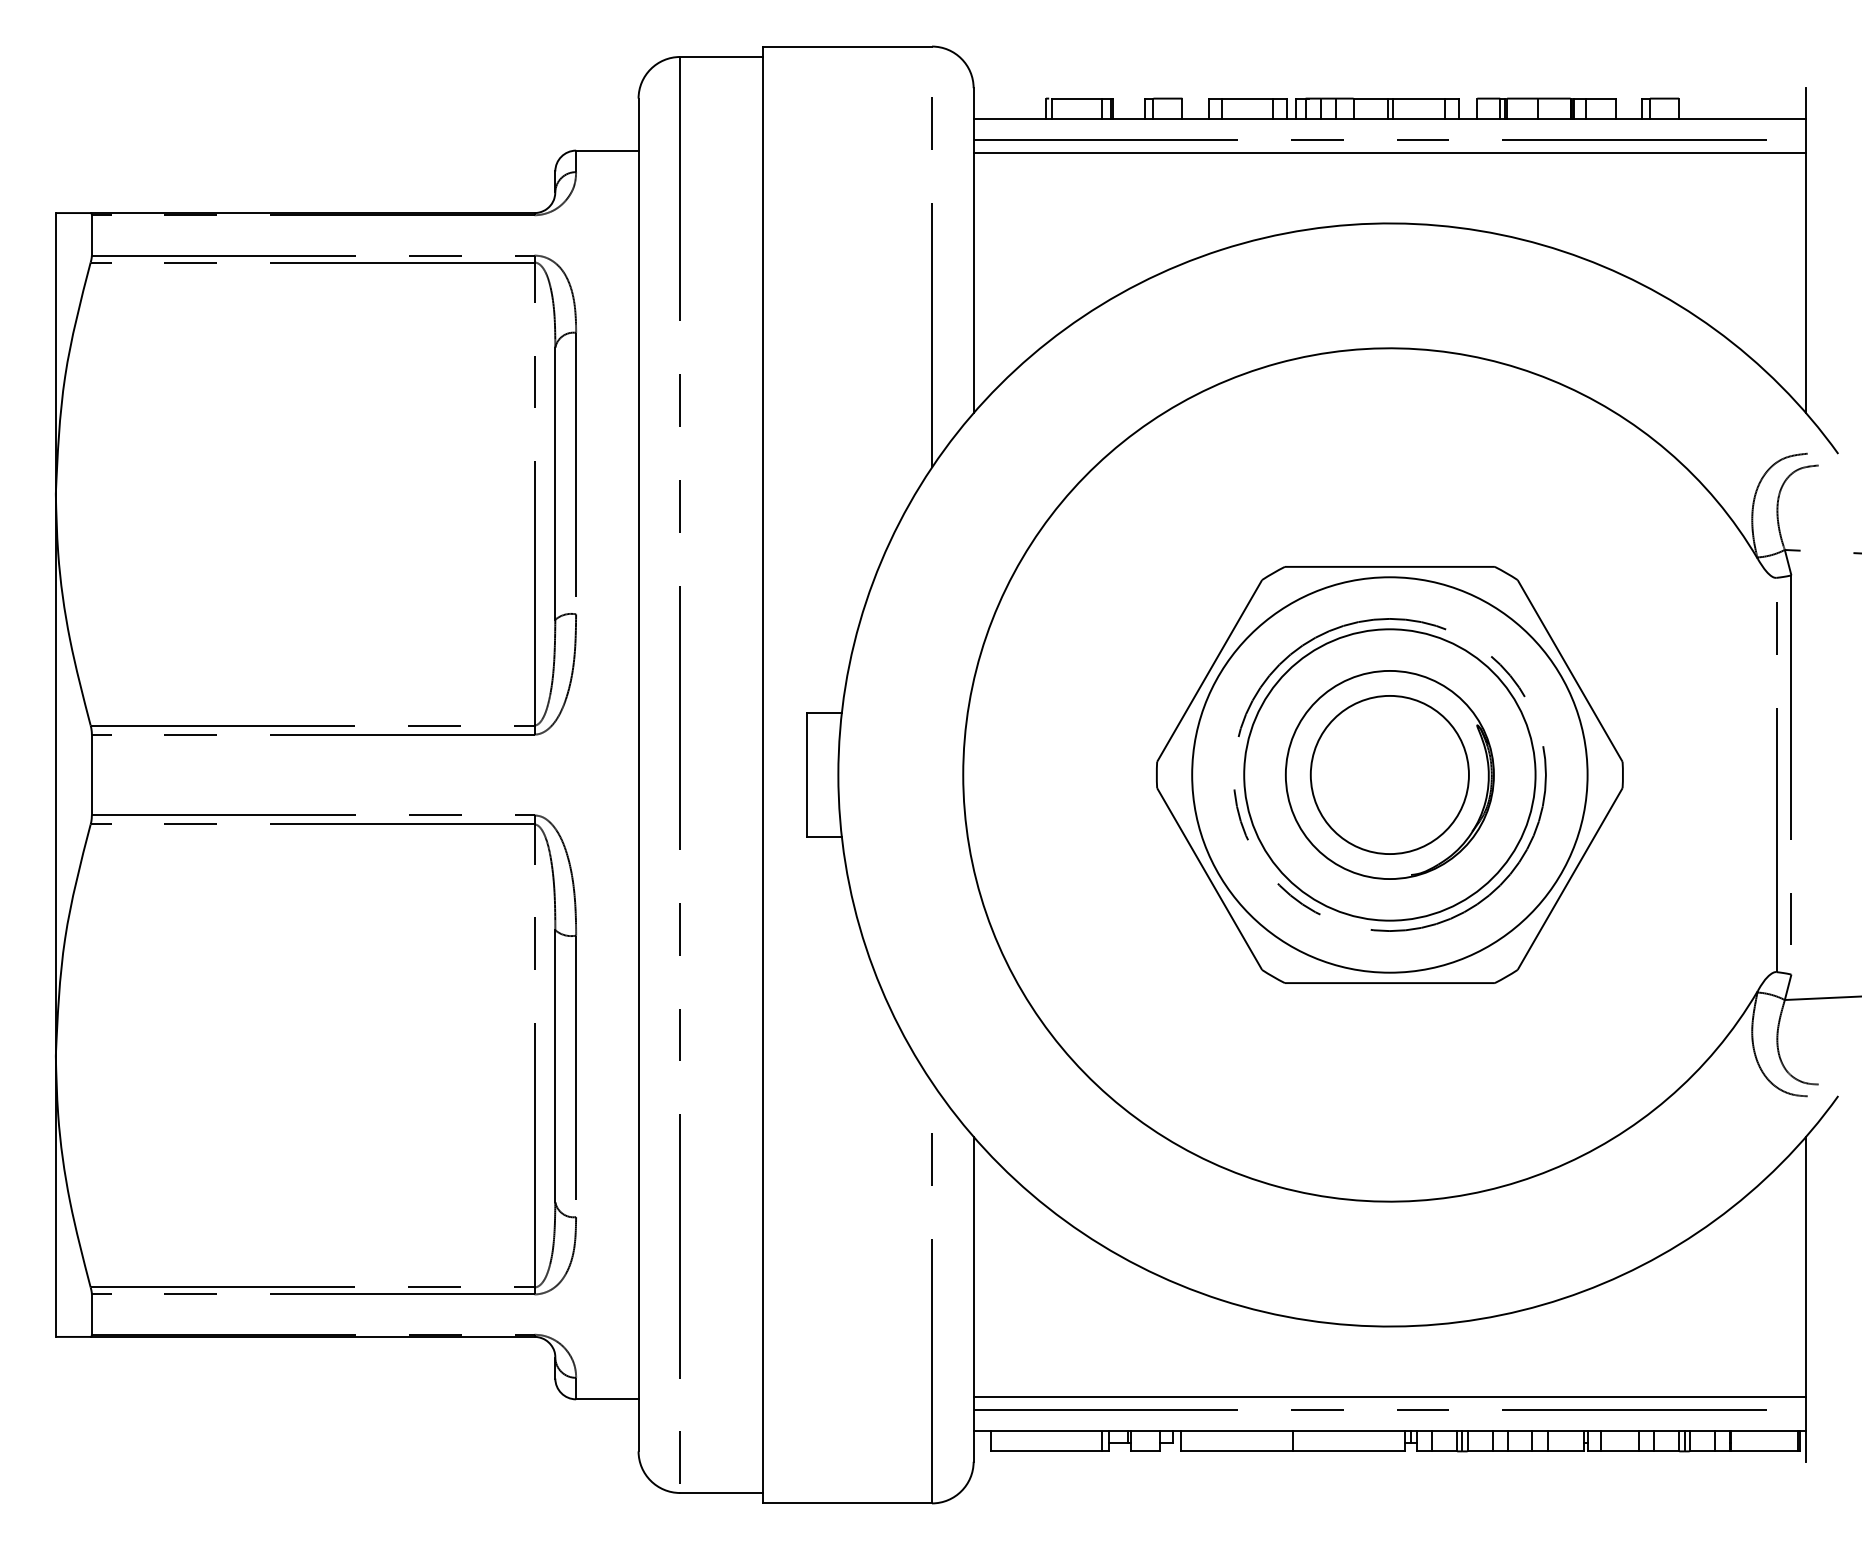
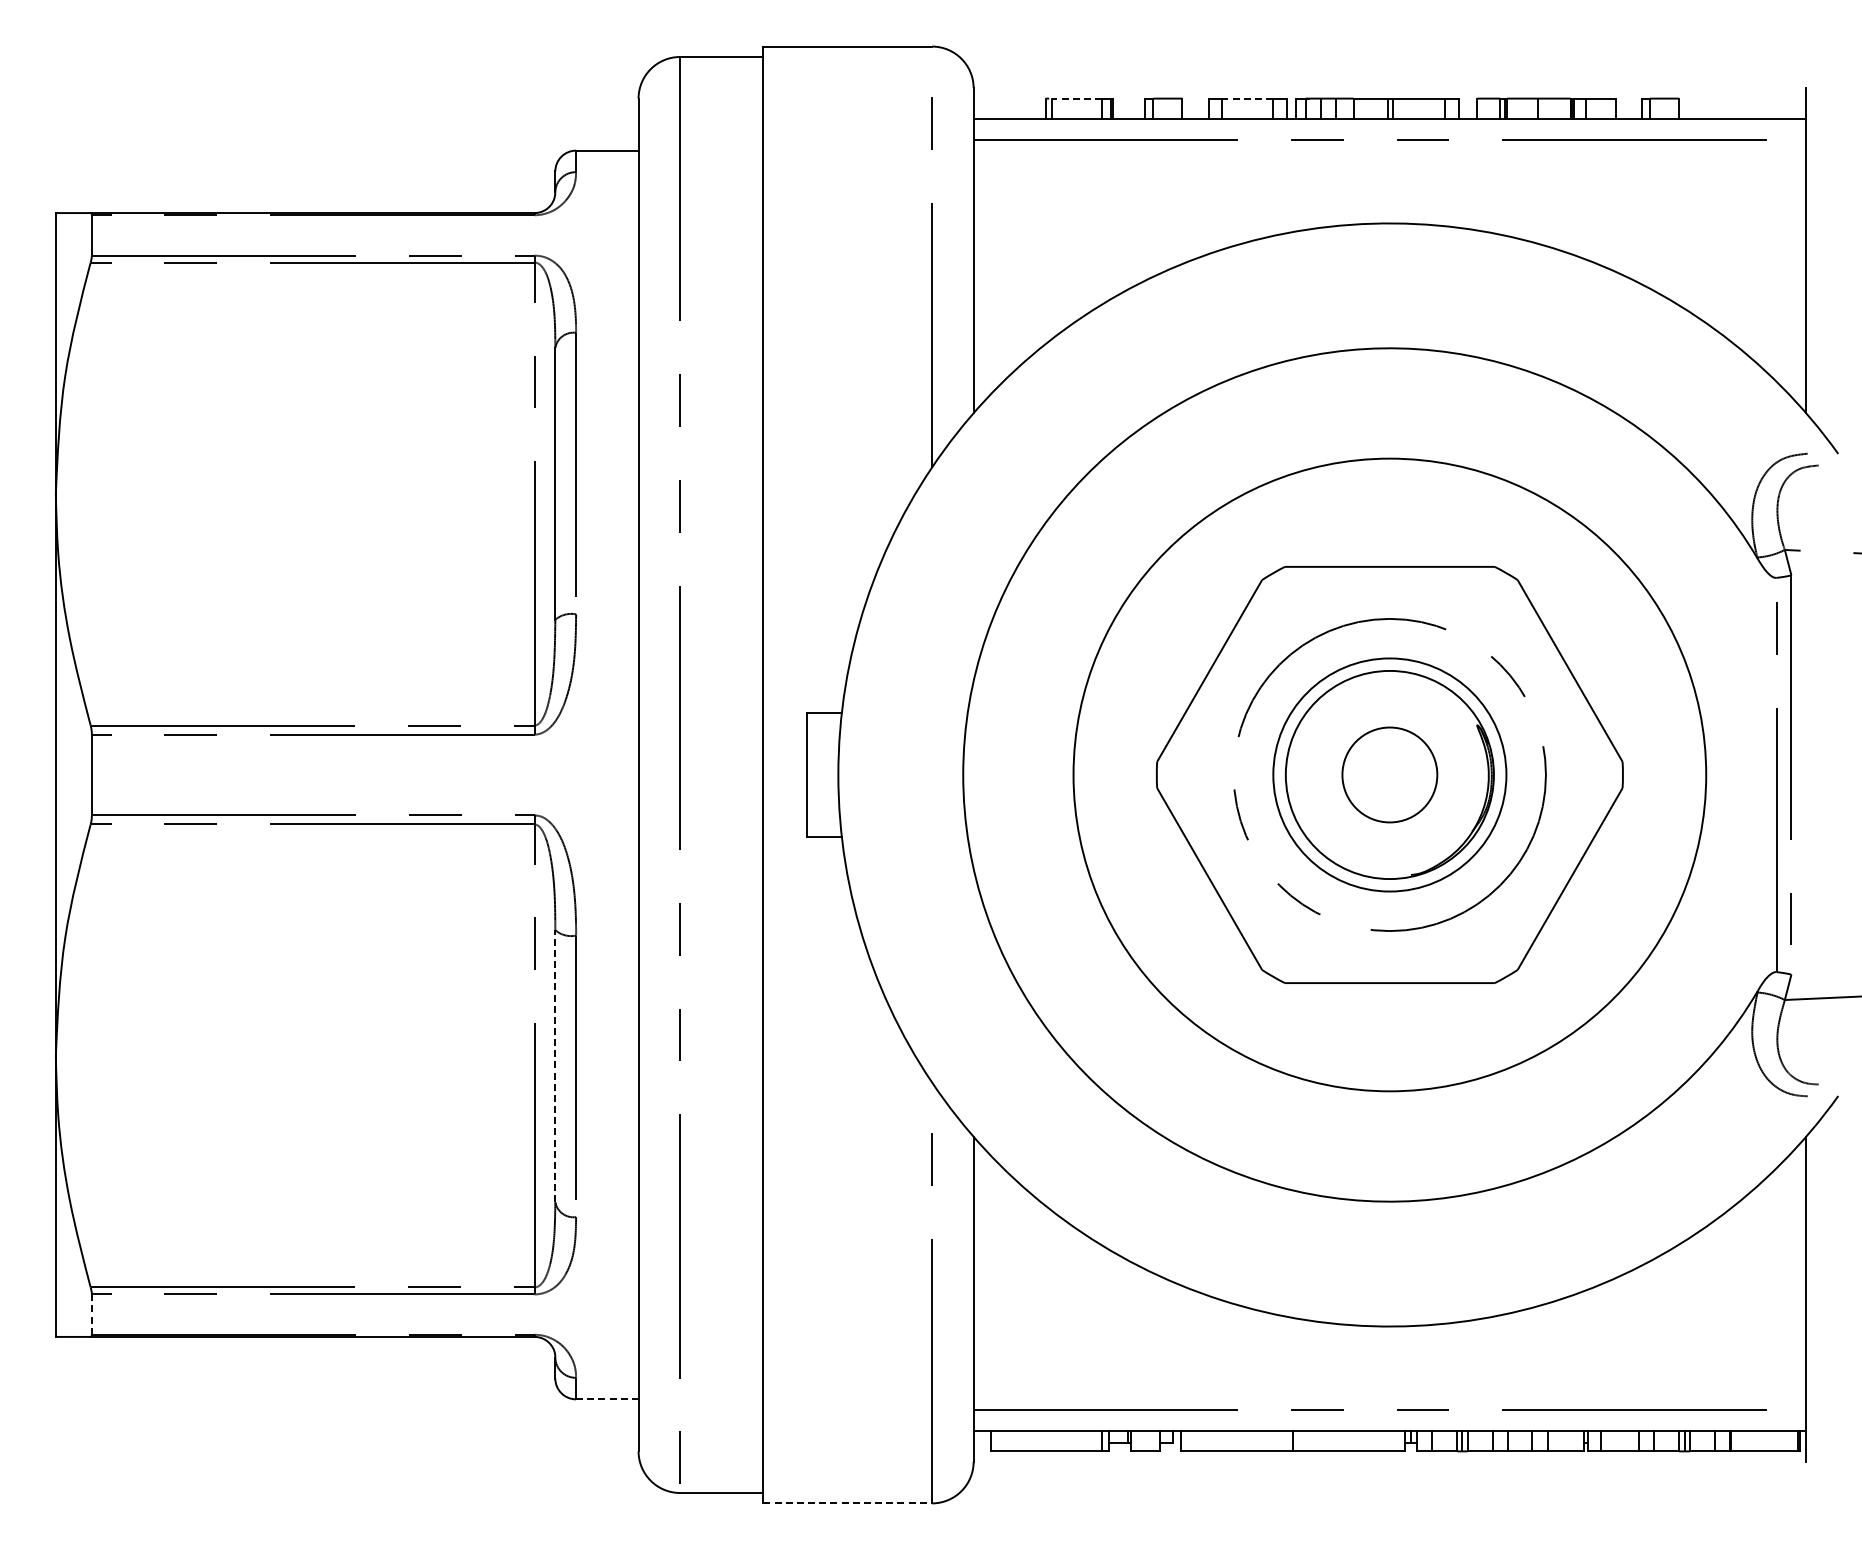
line at (1076, 98): solid -> dashed
line at (1247, 98): solid -> dashed
line at (1389, 153): present -> none
circle at (1389, 774) diameter: 158 px -> 95 px
circle at (1389, 774) diameter: 291 px -> 233 px
circle at (1389, 774) diameter: 395 px -> 633 px
line at (555, 1065): solid -> dashed
line at (91, 1314): solid -> dashed
line at (1389, 1396): present -> none
line at (607, 1399): solid -> dashed
line at (848, 1503): solid -> dashed
